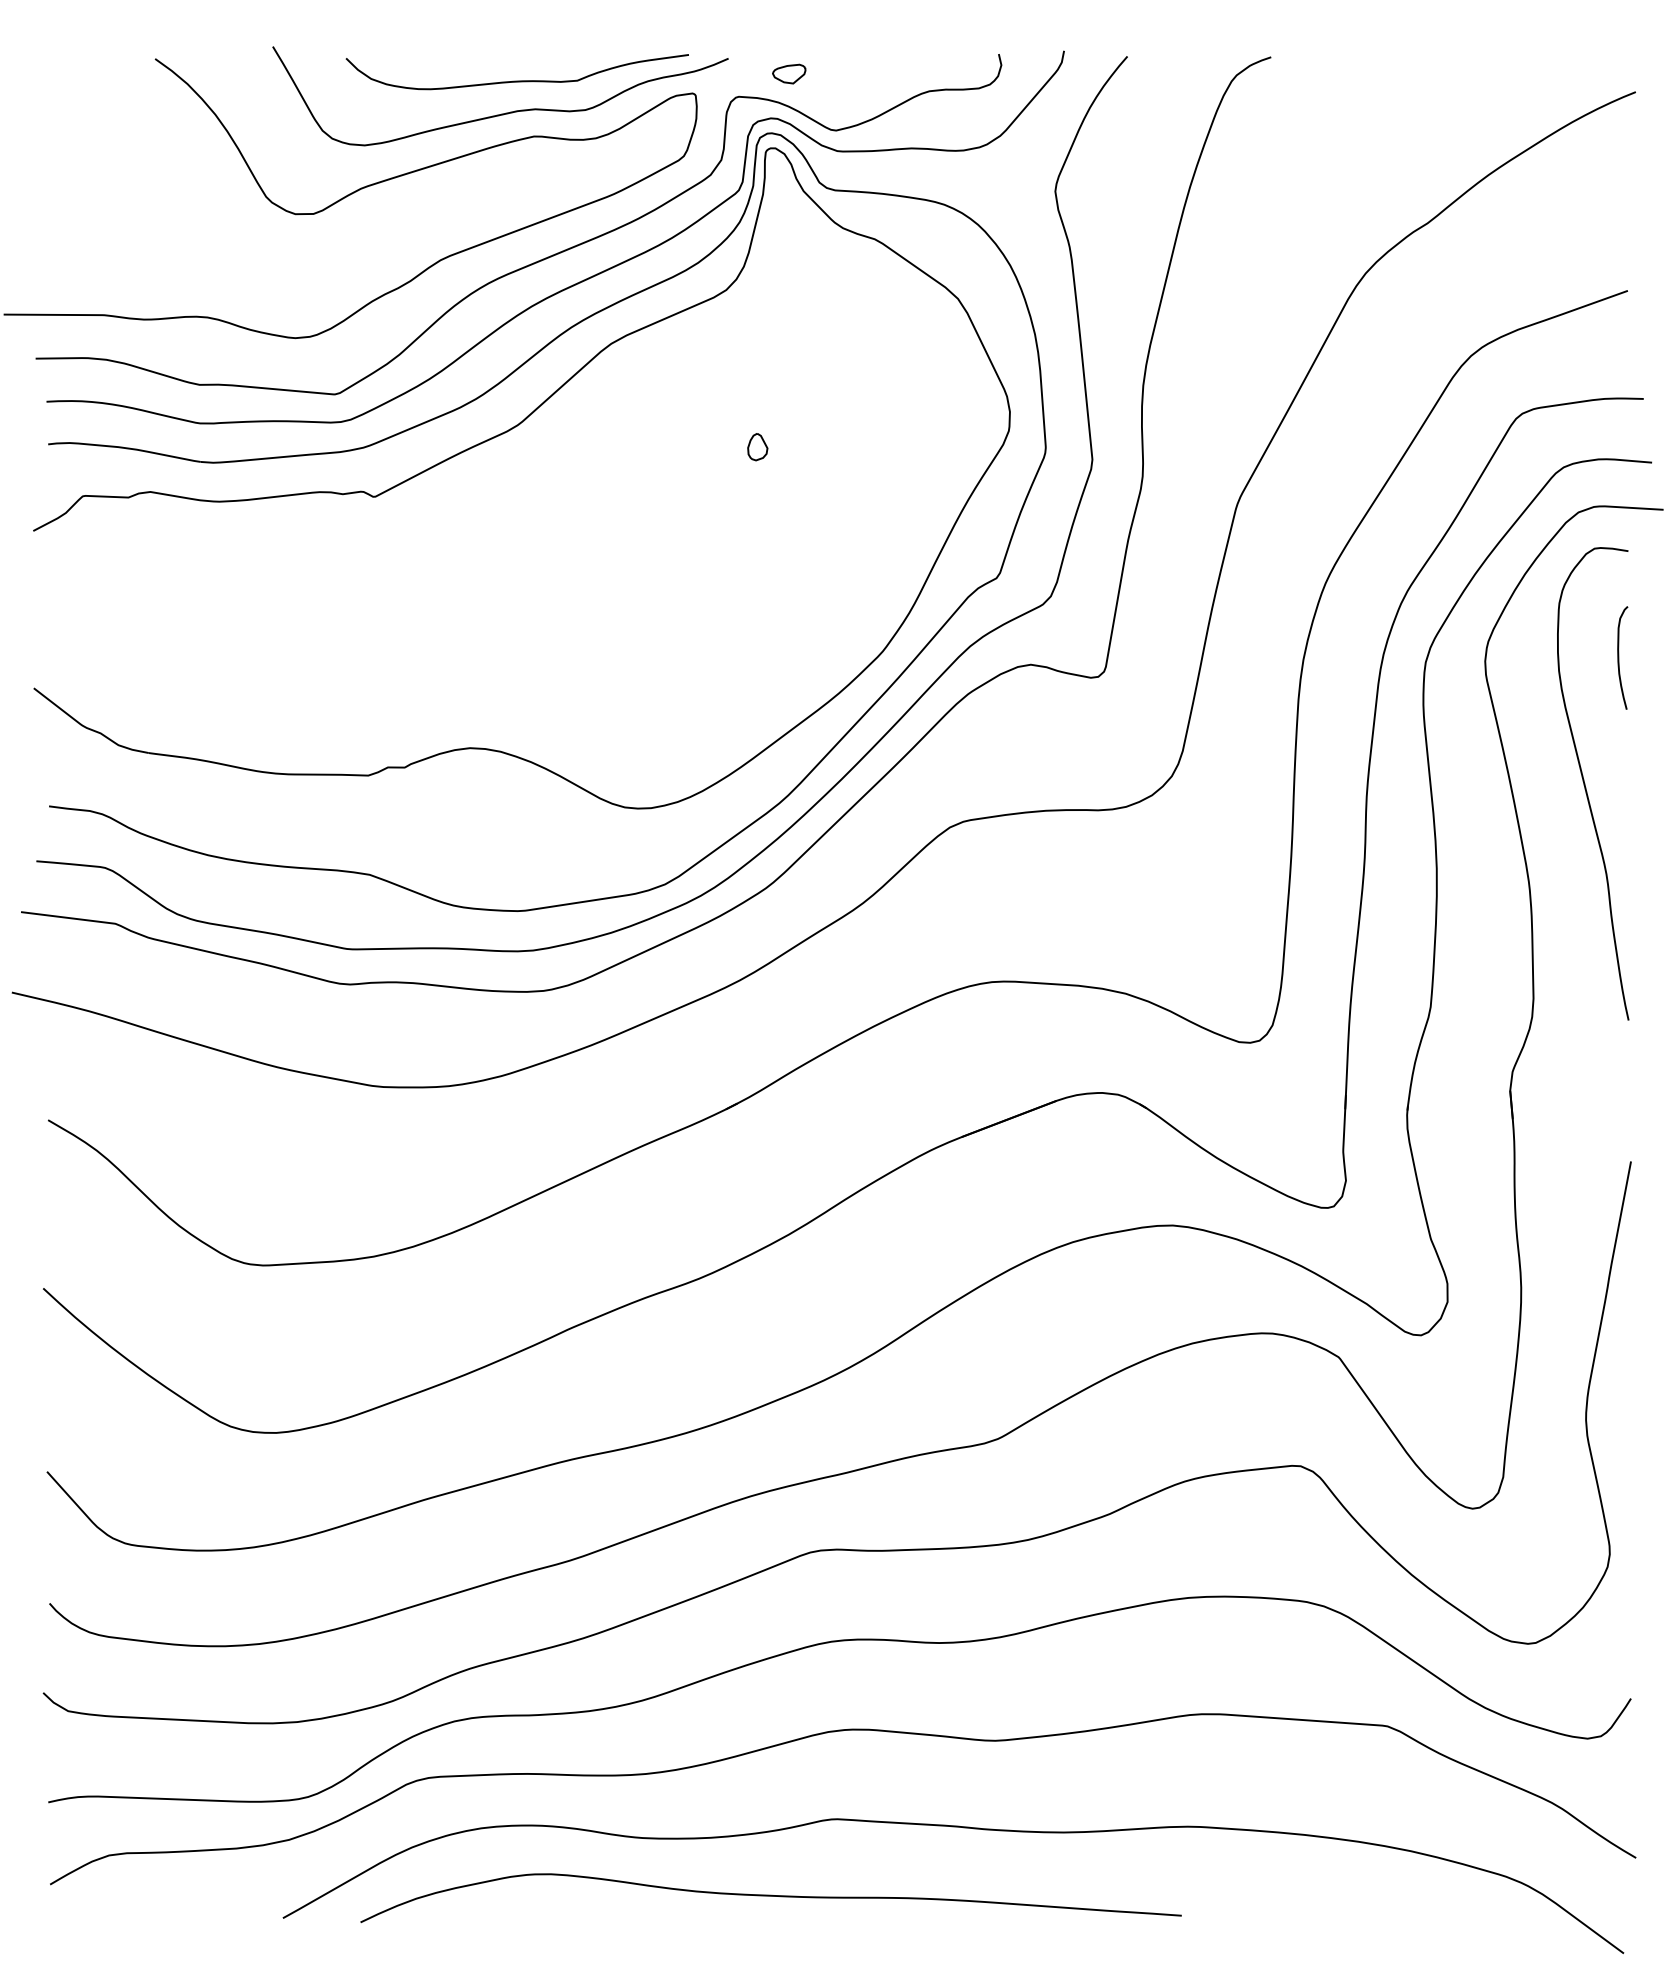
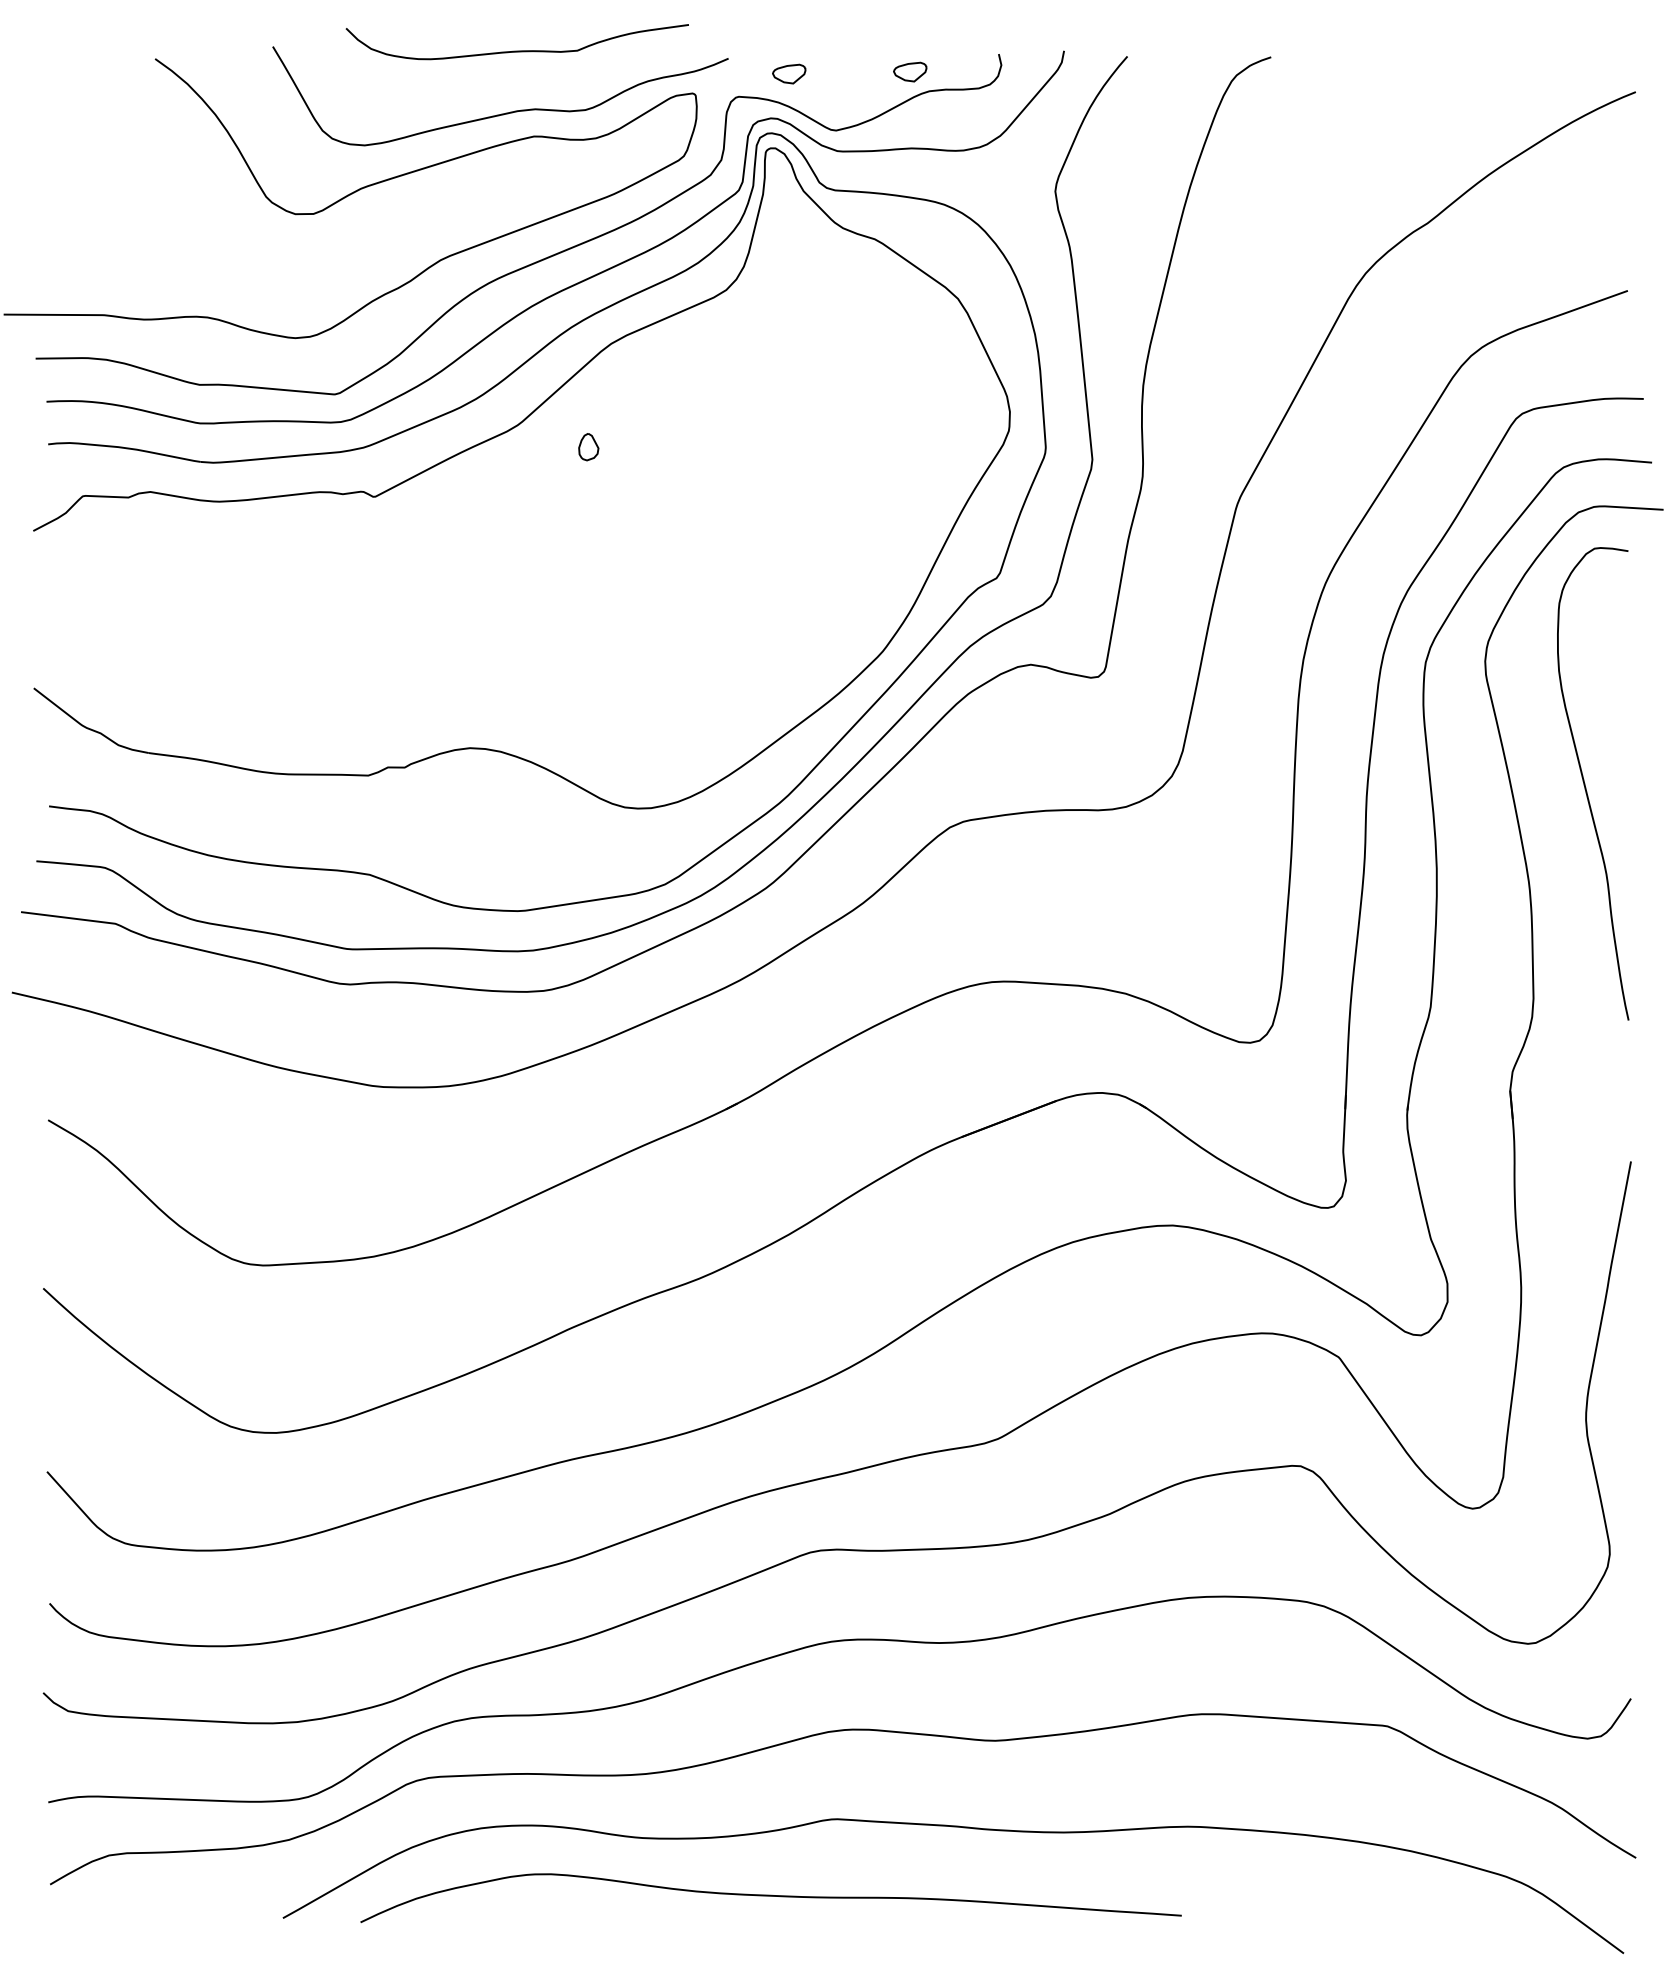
part at (910, 71): none -> present
curve at (516, 80) position: (516, 80) -> (516, 50)
part at (757, 447) position: (757, 447) -> (588, 447)
curve at (1619, 657): present -> none
